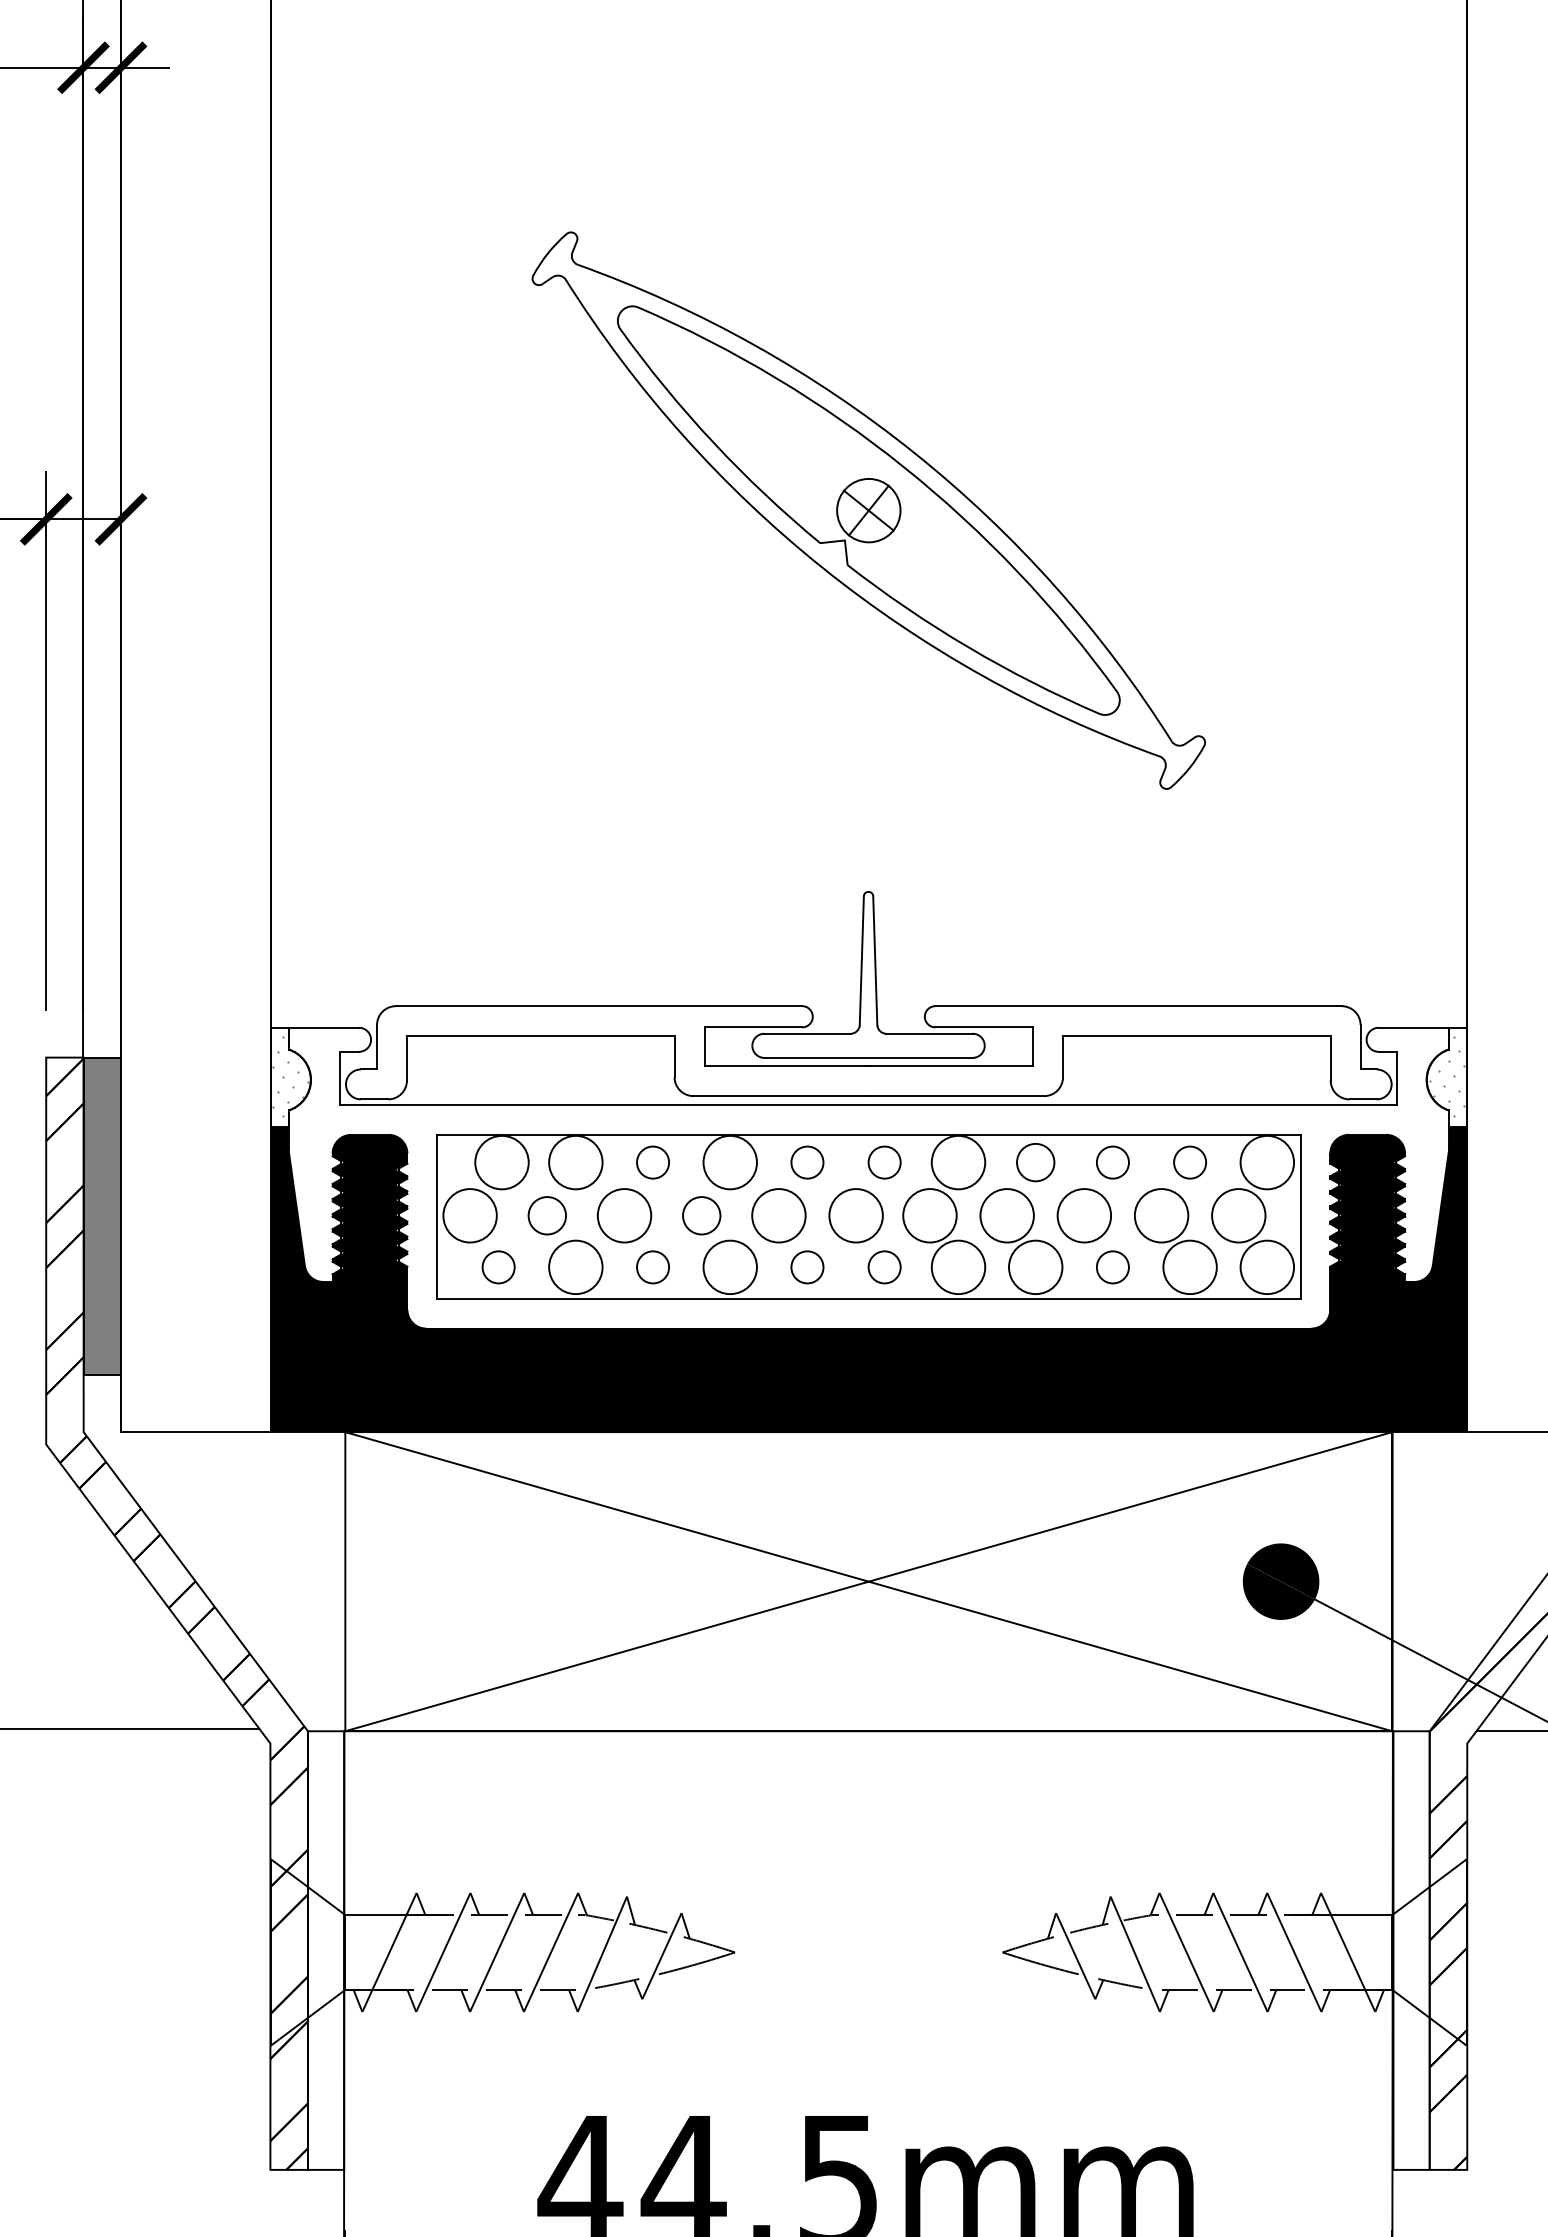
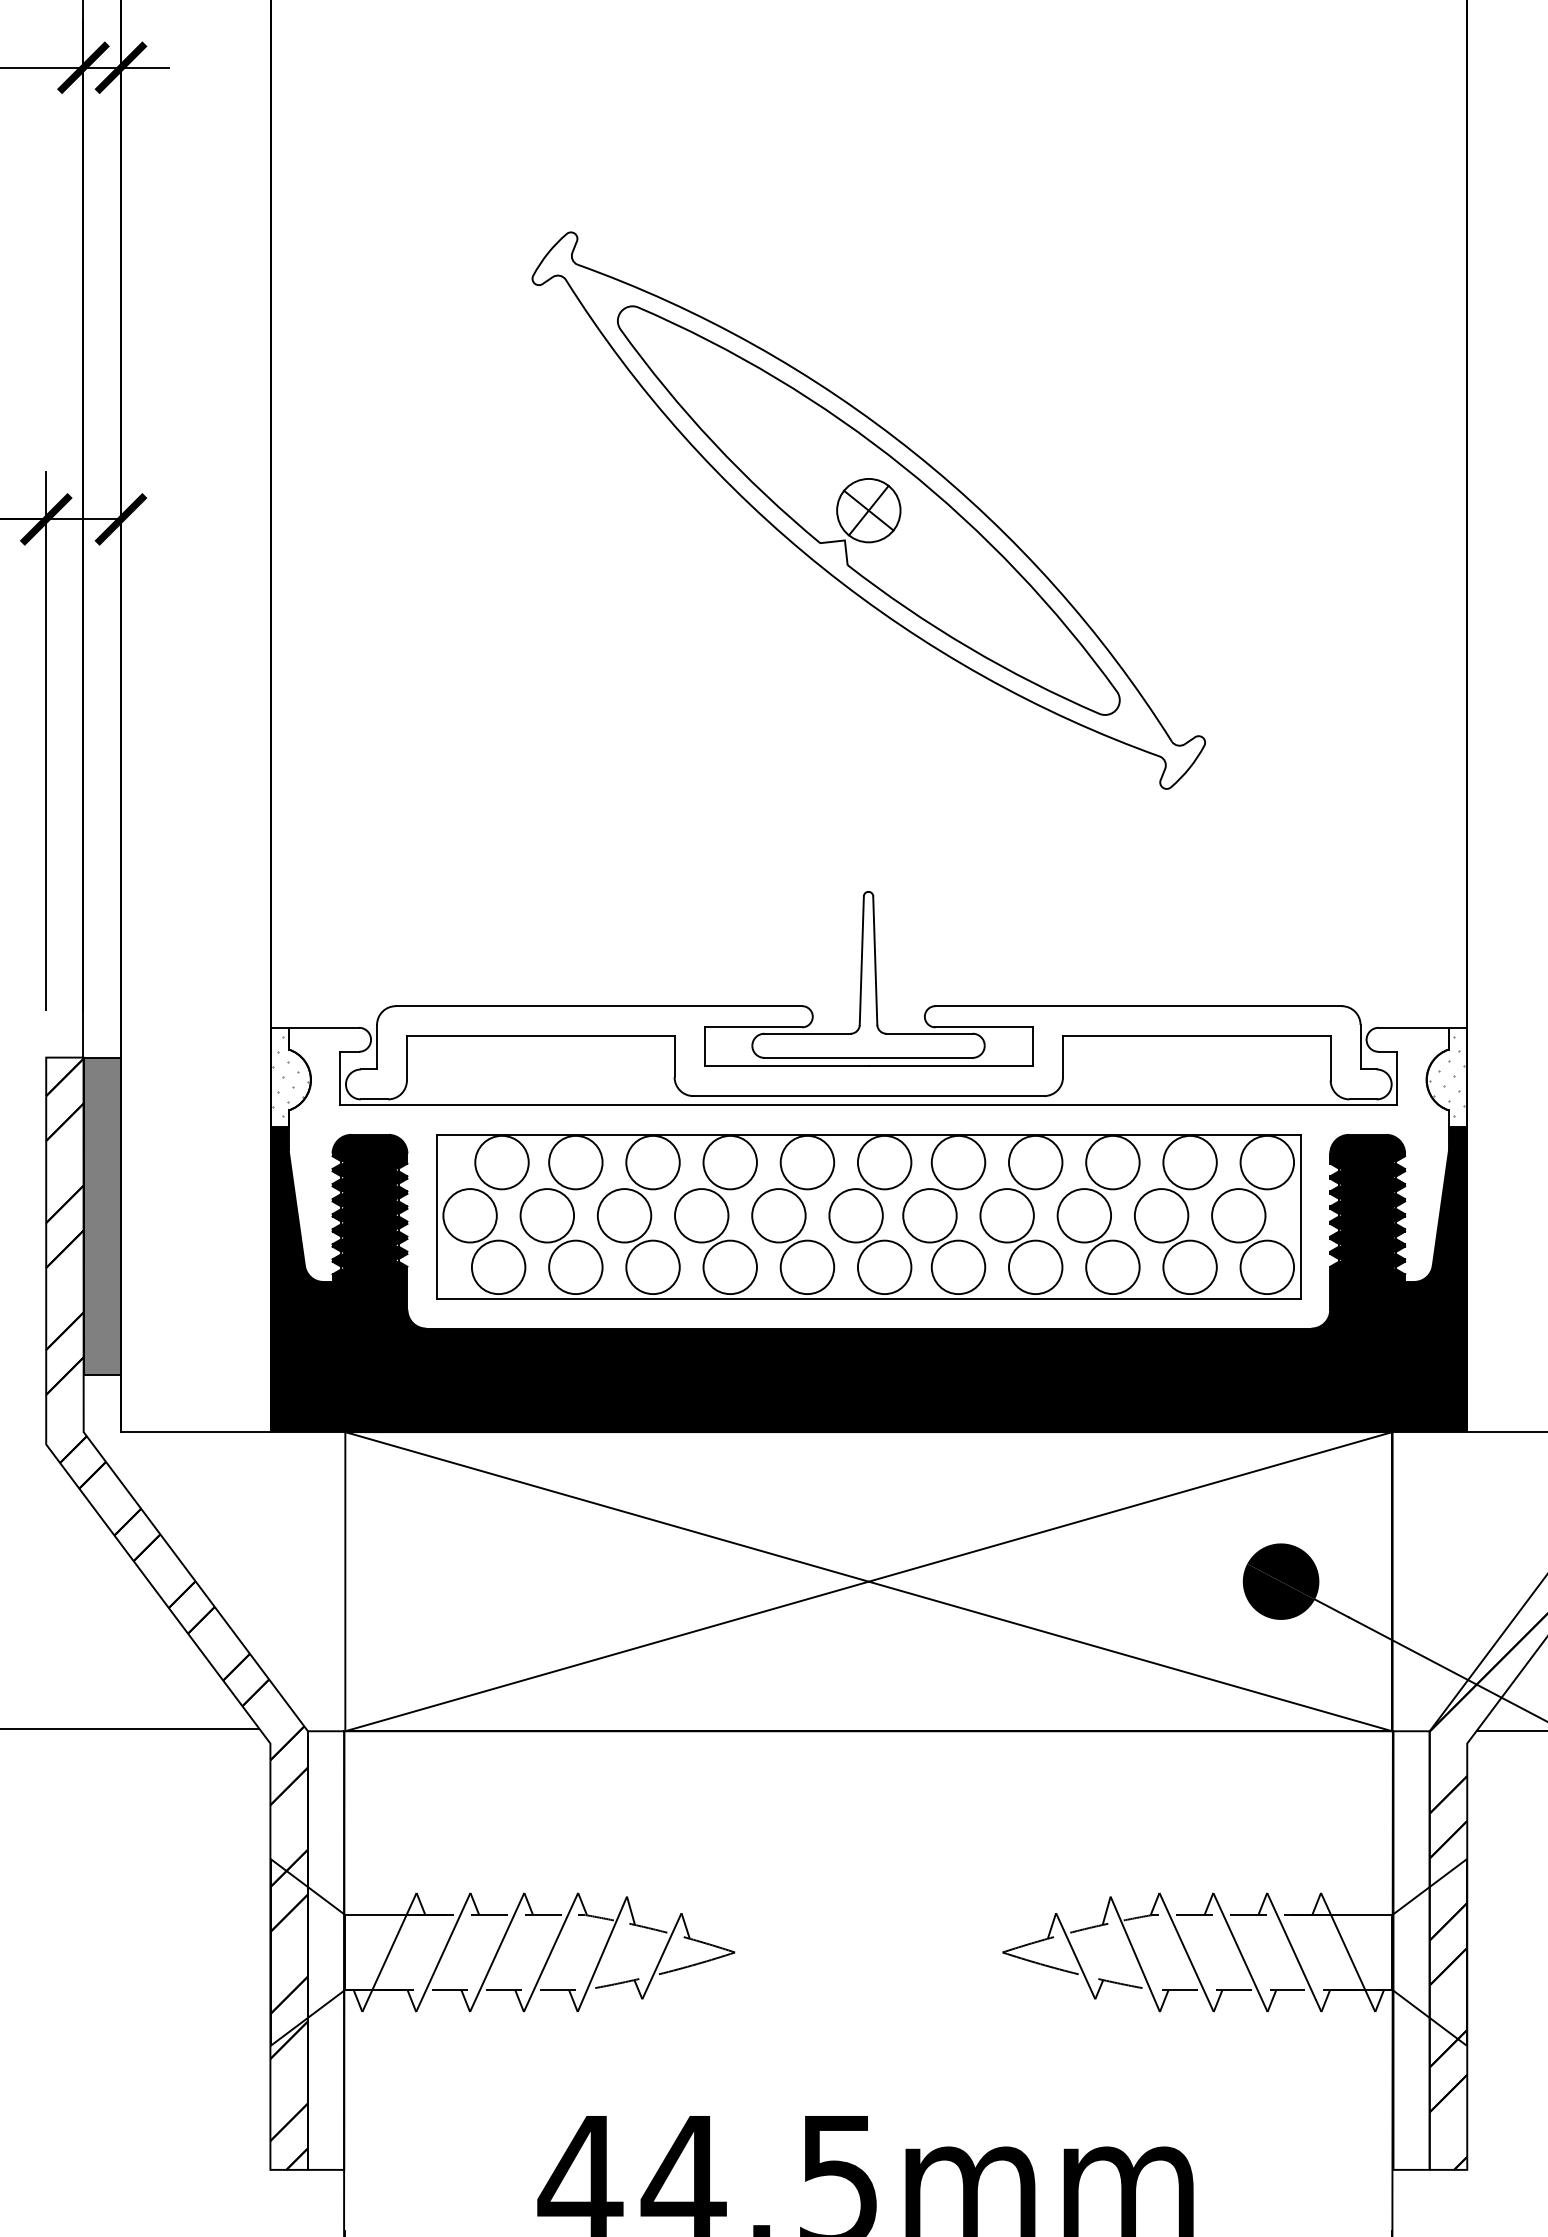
circle at (653, 1162) diameter: 32 px -> 53 px
circle at (807, 1162) diameter: 32 px -> 53 px
circle at (884, 1162) diameter: 32 px -> 53 px
circle at (1035, 1162) diameter: 37 px -> 53 px
circle at (1112, 1162) diameter: 32 px -> 53 px
circle at (1190, 1162) diameter: 32 px -> 53 px
circle at (547, 1215) diameter: 37 px -> 53 px
circle at (701, 1215) diameter: 37 px -> 53 px
circle at (498, 1267) diameter: 32 px -> 53 px
circle at (653, 1267) diameter: 32 px -> 53 px
circle at (807, 1267) diameter: 32 px -> 53 px
circle at (884, 1267) diameter: 32 px -> 53 px
circle at (1112, 1267) diameter: 32 px -> 53 px
